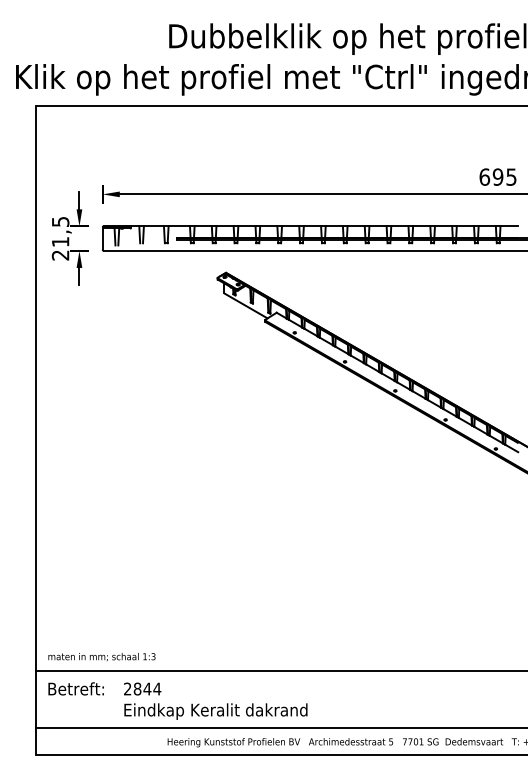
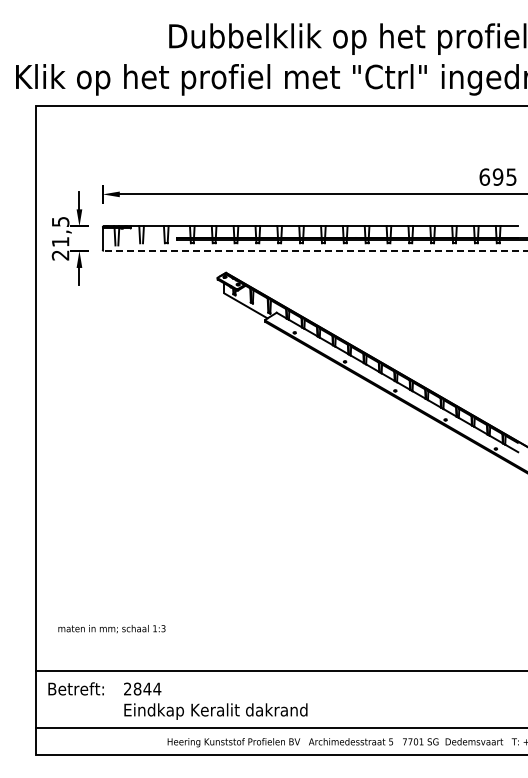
line at (315, 250): solid -> dashed
text at (101, 656) position: (101, 656) -> (111, 628)
